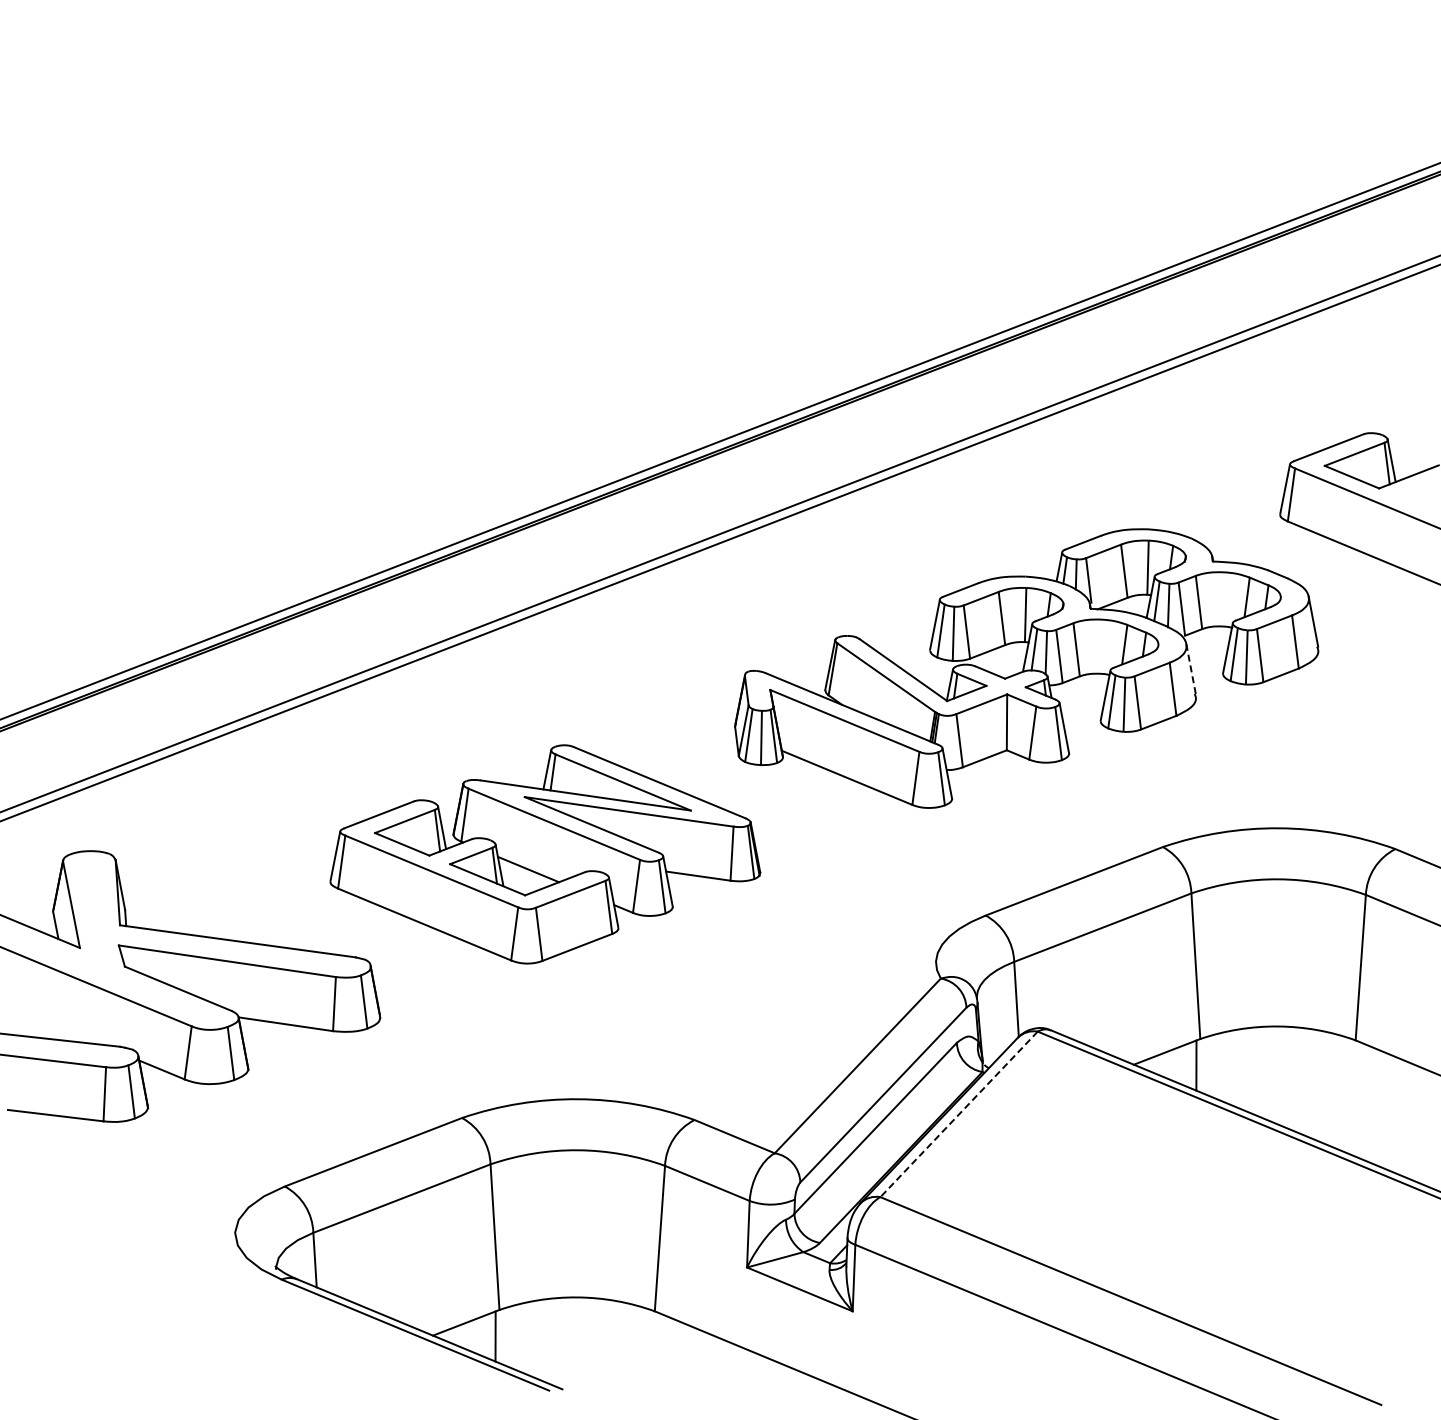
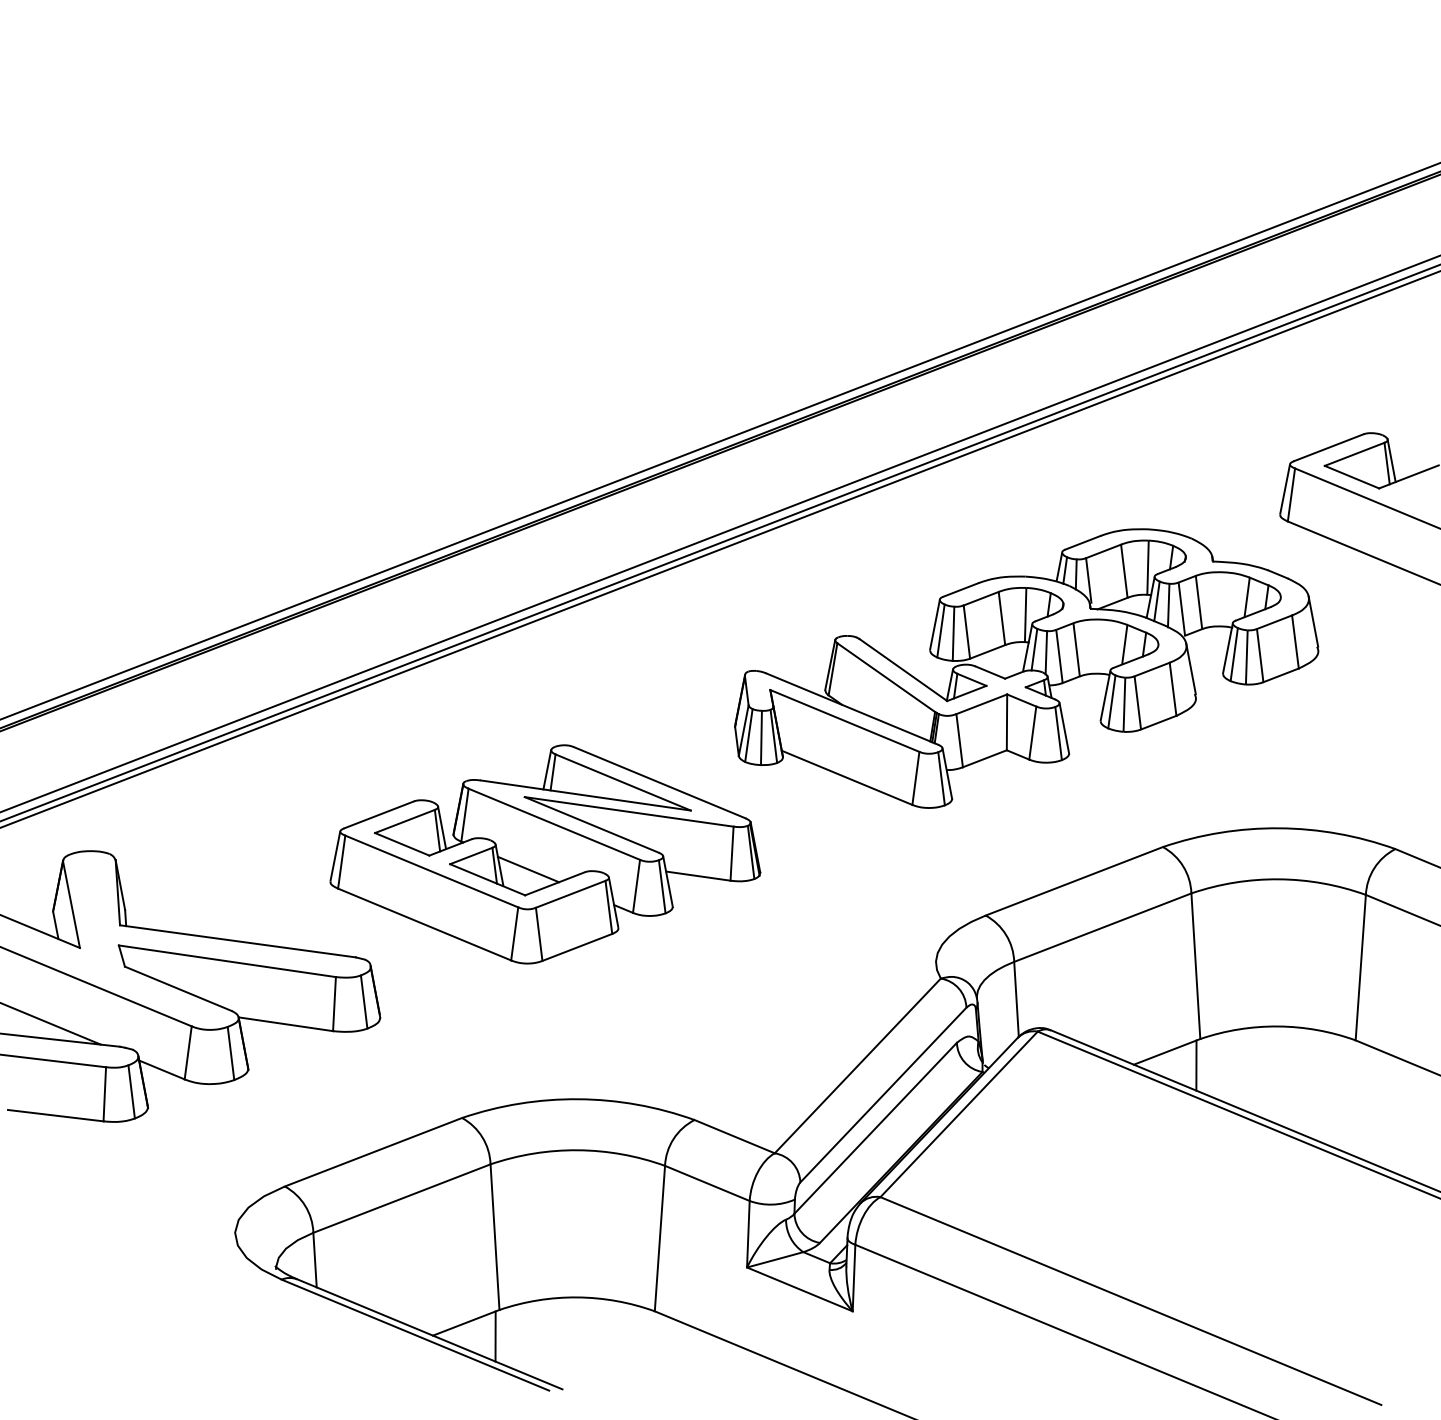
line at (719, 549): none -> present
line at (1190, 668): dashed -> solid
line at (51, 1023): none -> present
line at (958, 1114): dashed -> solid
